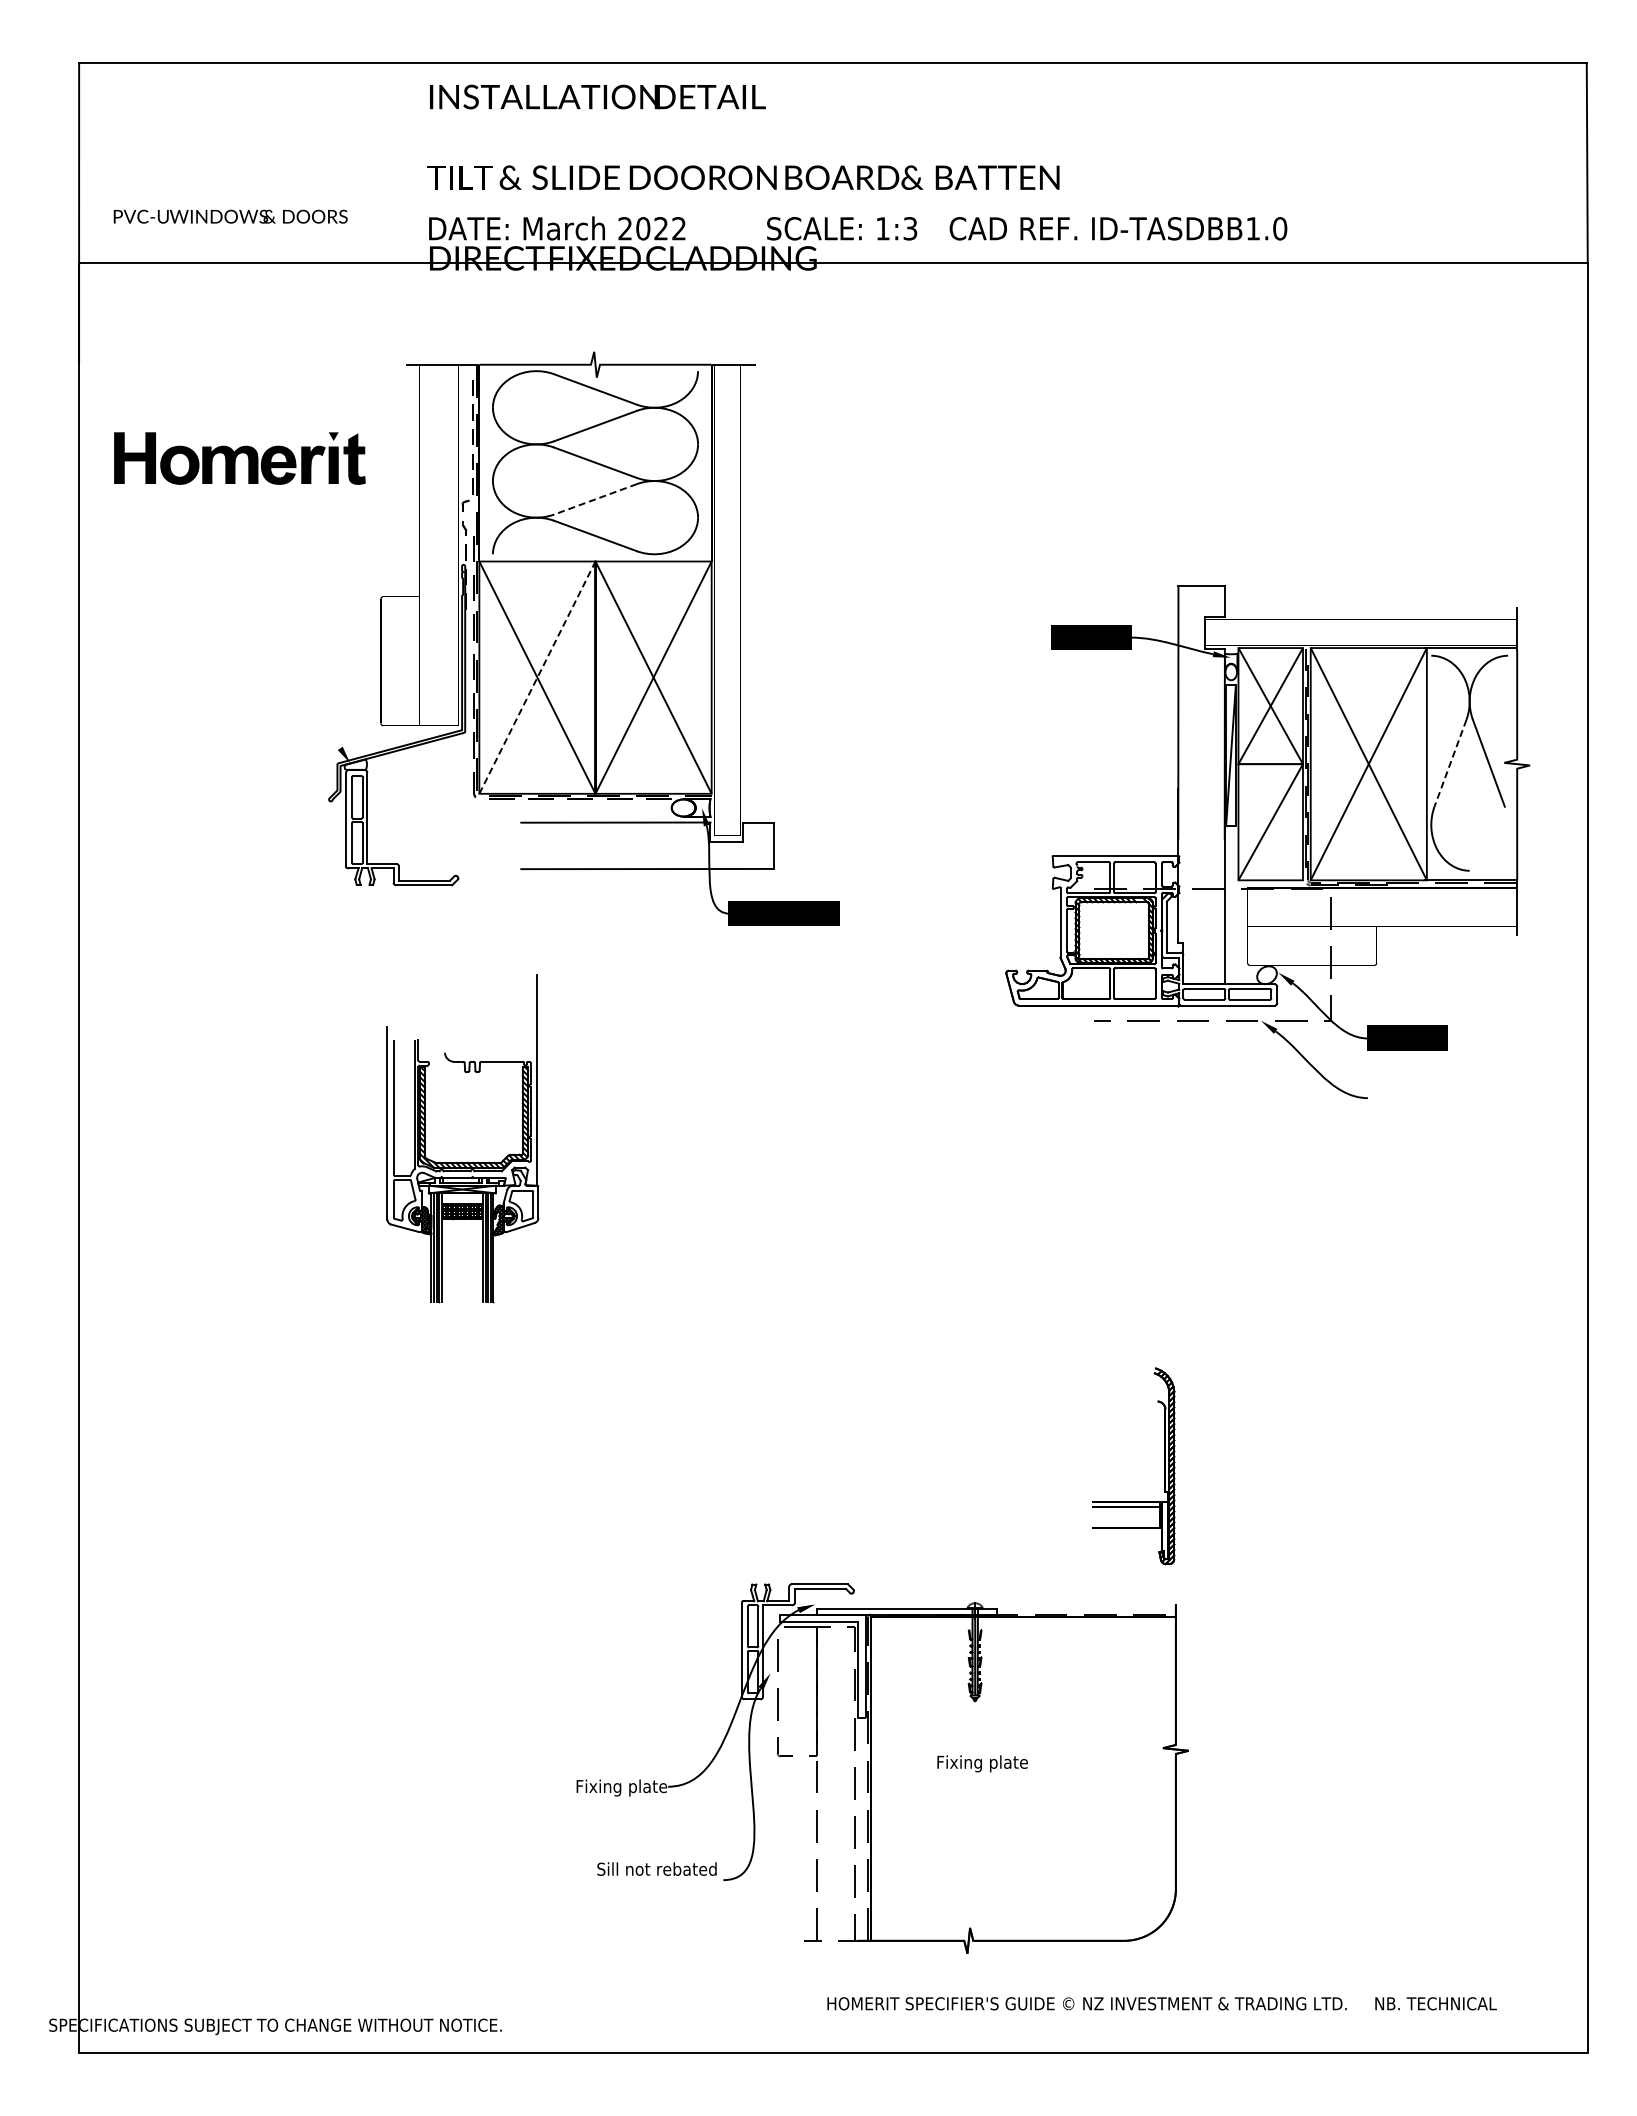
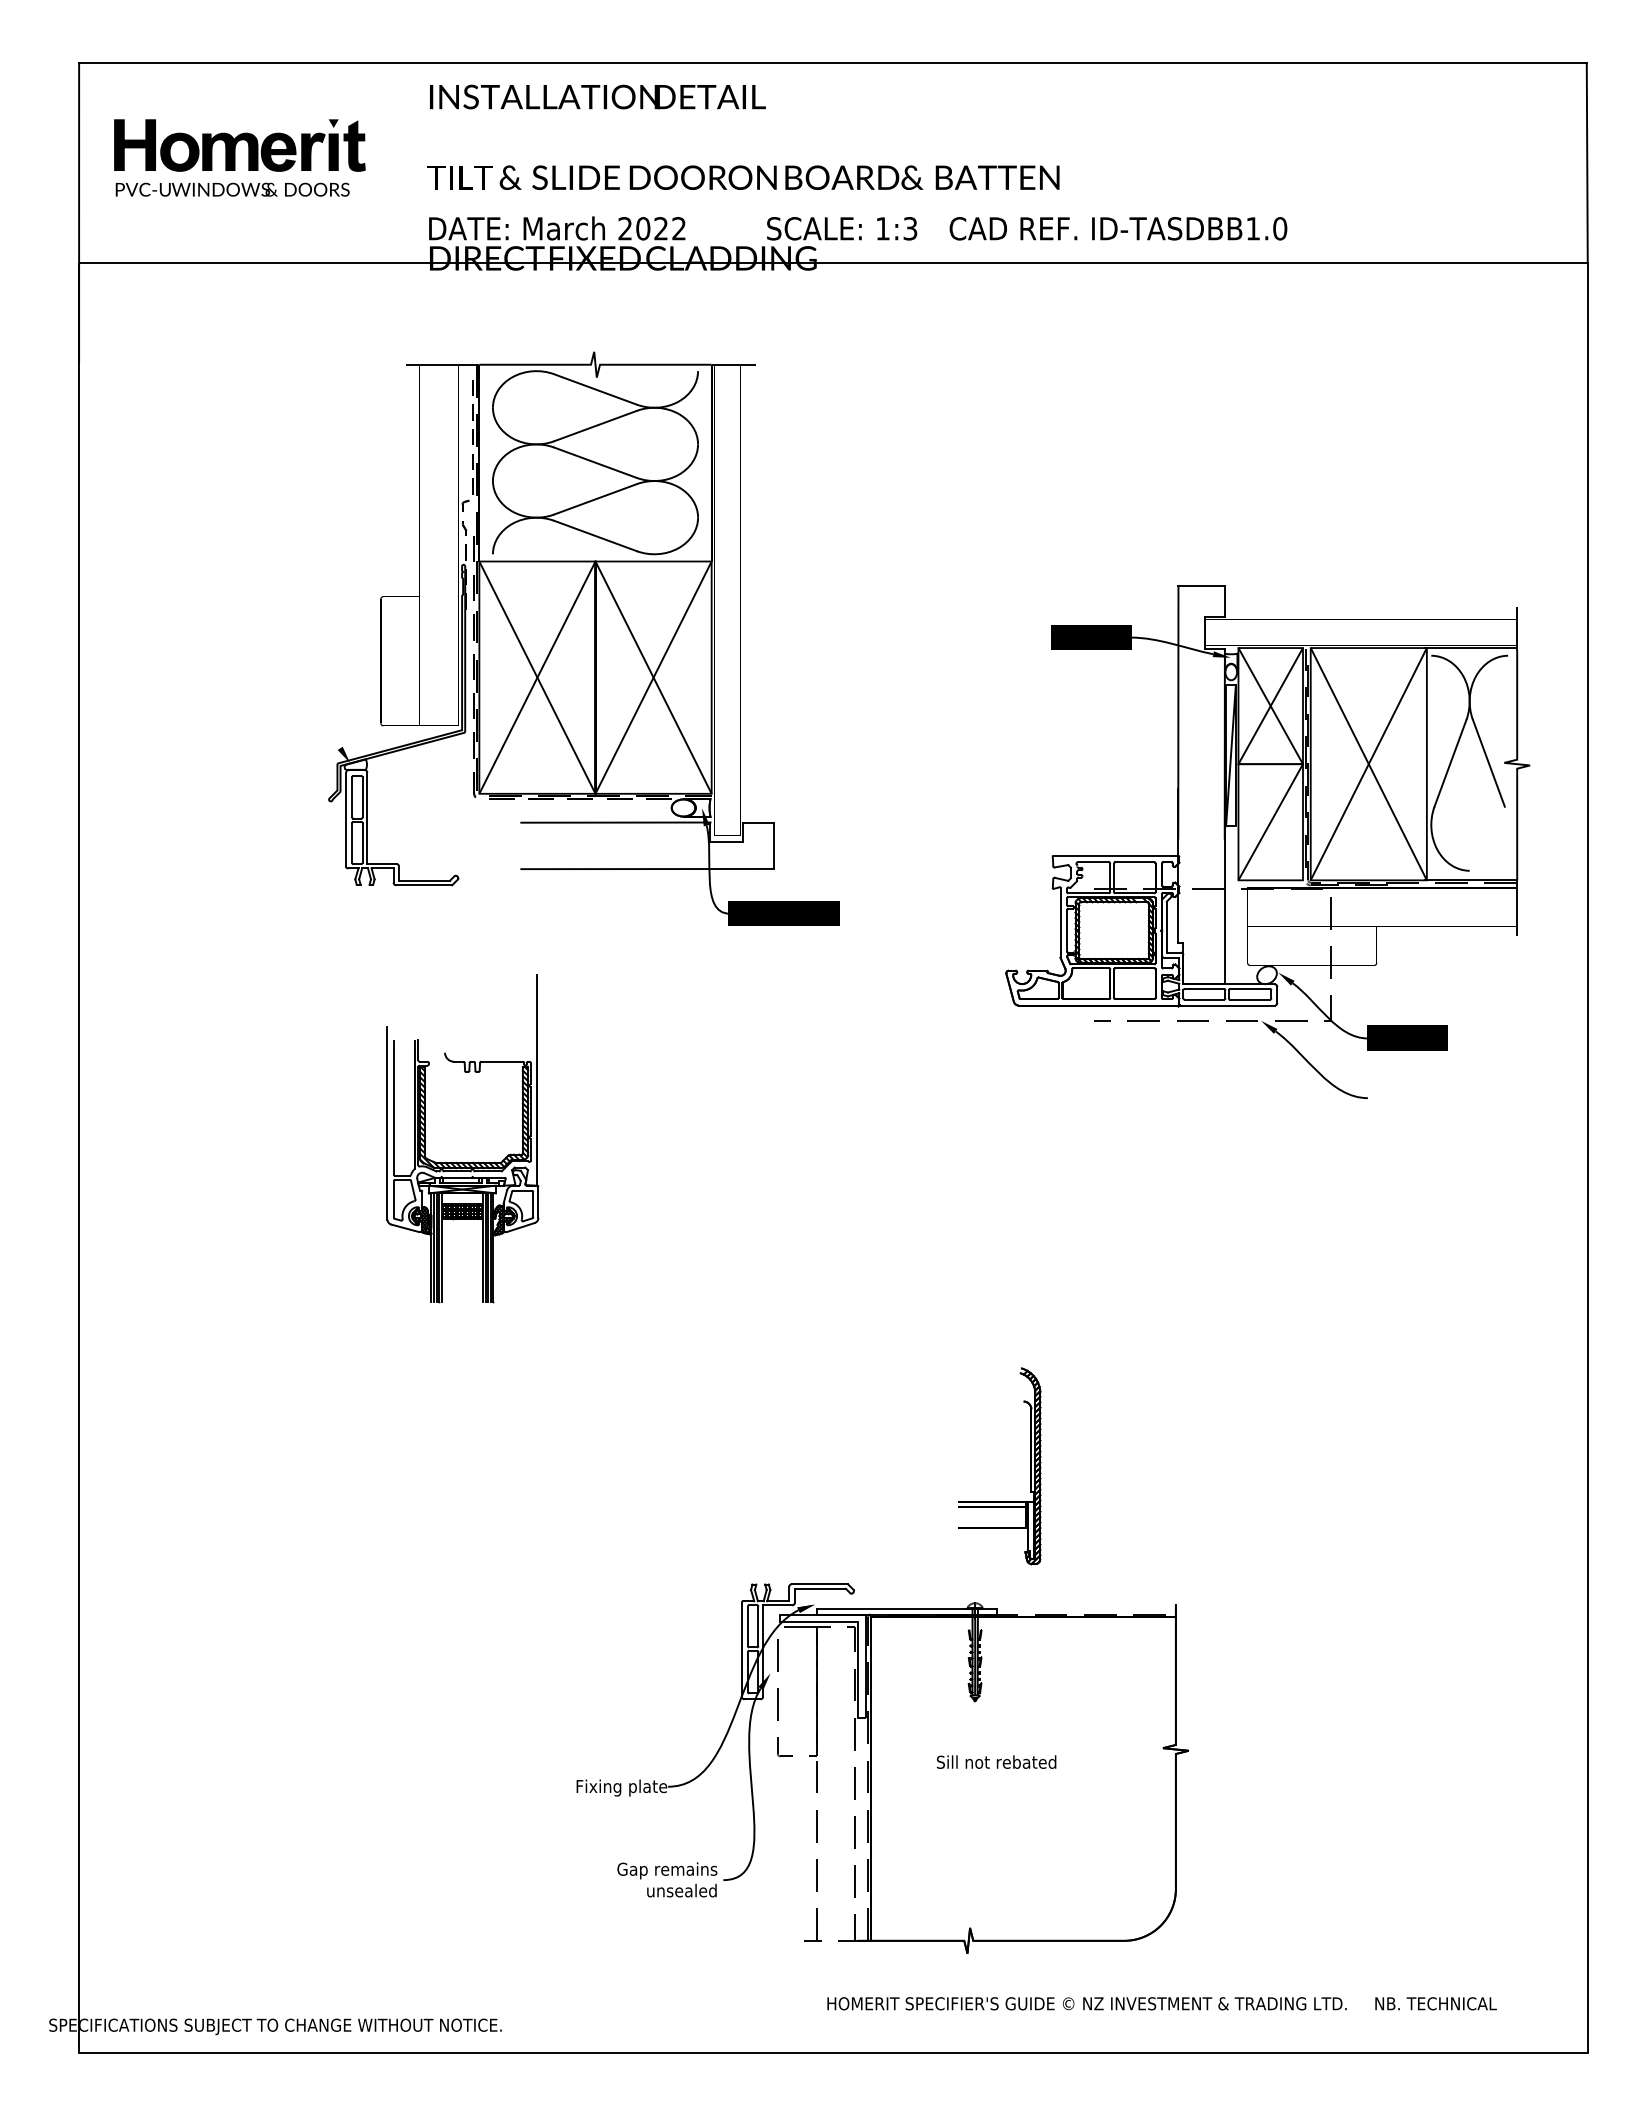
text at (230, 216) position: (230, 216) -> (232, 189)
part at (239, 458) position: (239, 458) -> (239, 145)
line at (595, 499): dashed -> solid
line at (537, 677): dashed -> solid
line at (1450, 763): dashed -> solid
part at (1164, 1466) position: (1164, 1466) -> (1030, 1466)
text at (996, 1763): Fixing plate -> Sill not rebated
text at (657, 1879): Sill not rebated -> Gap remains unsealed
